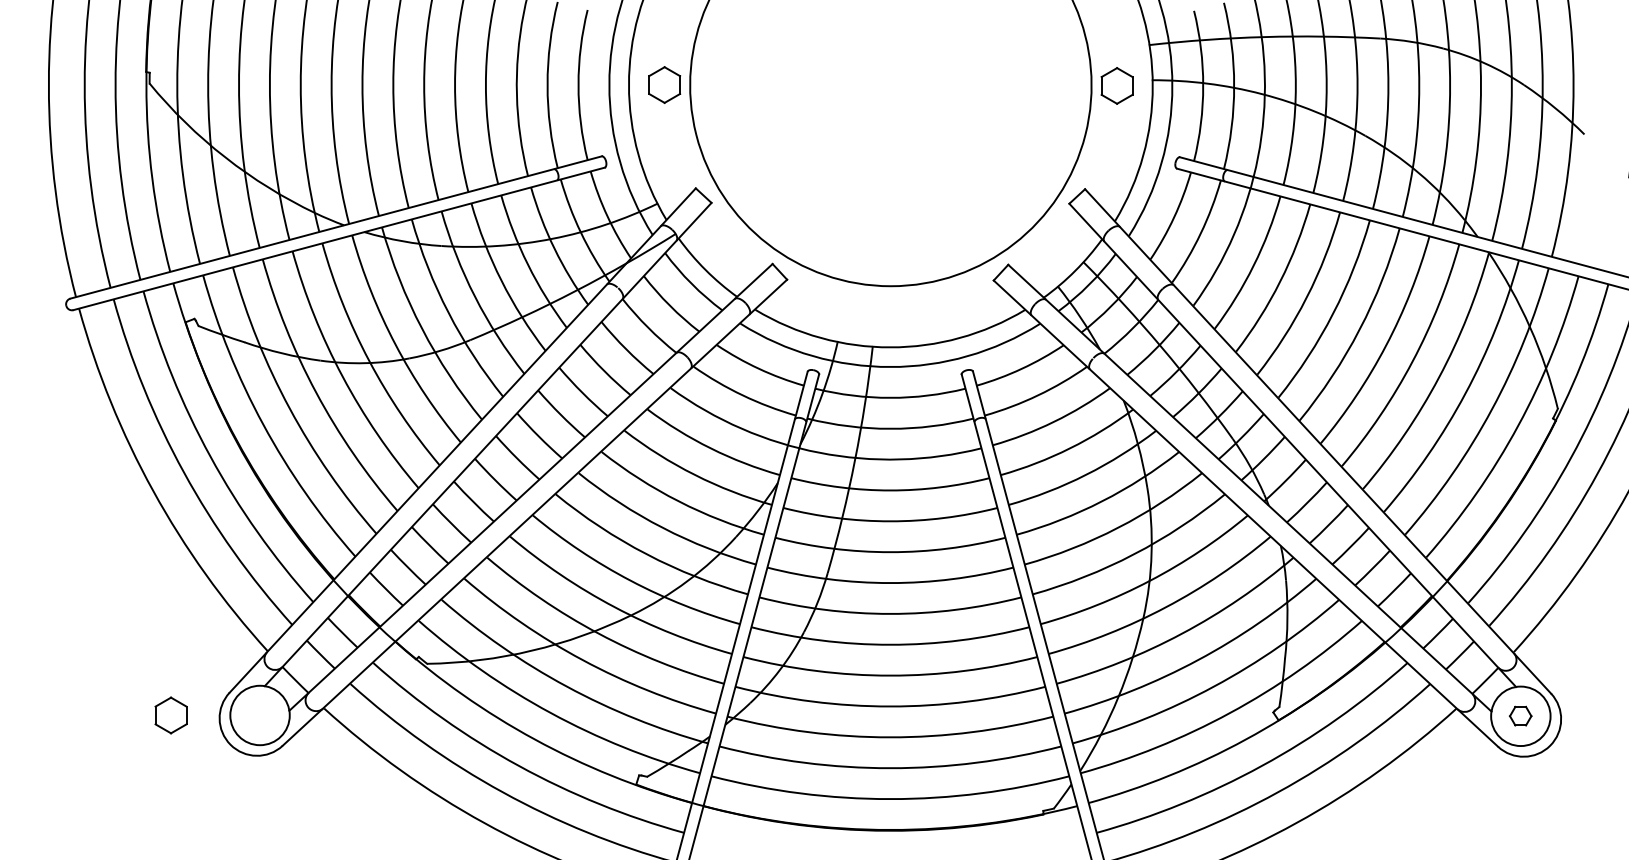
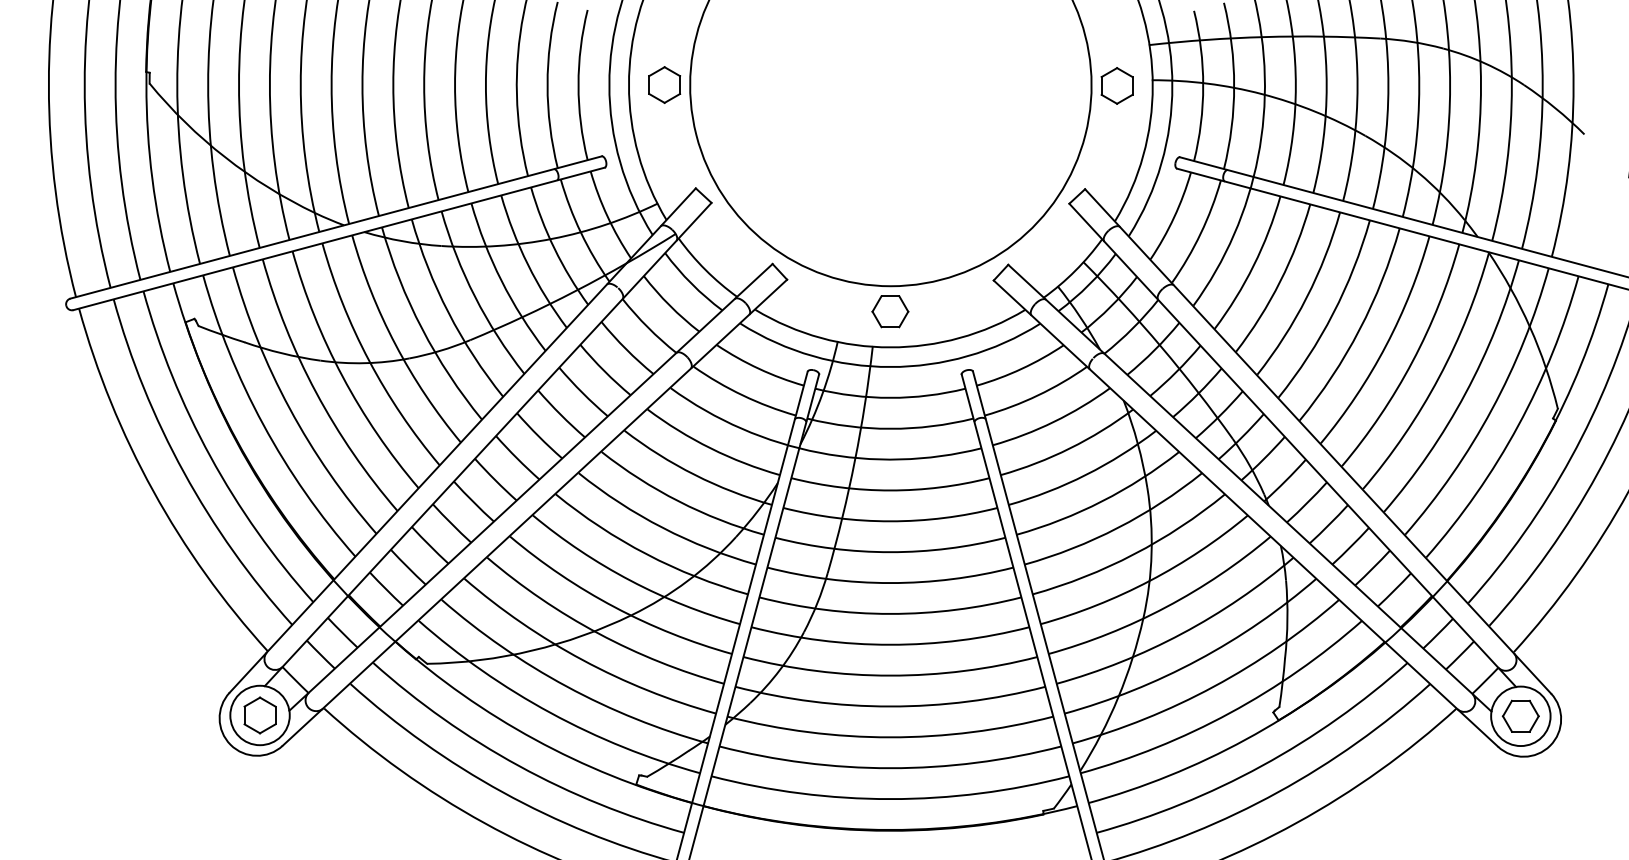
part at (890, 311): none -> present
part at (170, 715) position: (170, 715) -> (259, 715)
part at (1520, 715) size: 25x22 px -> 39x34 px
